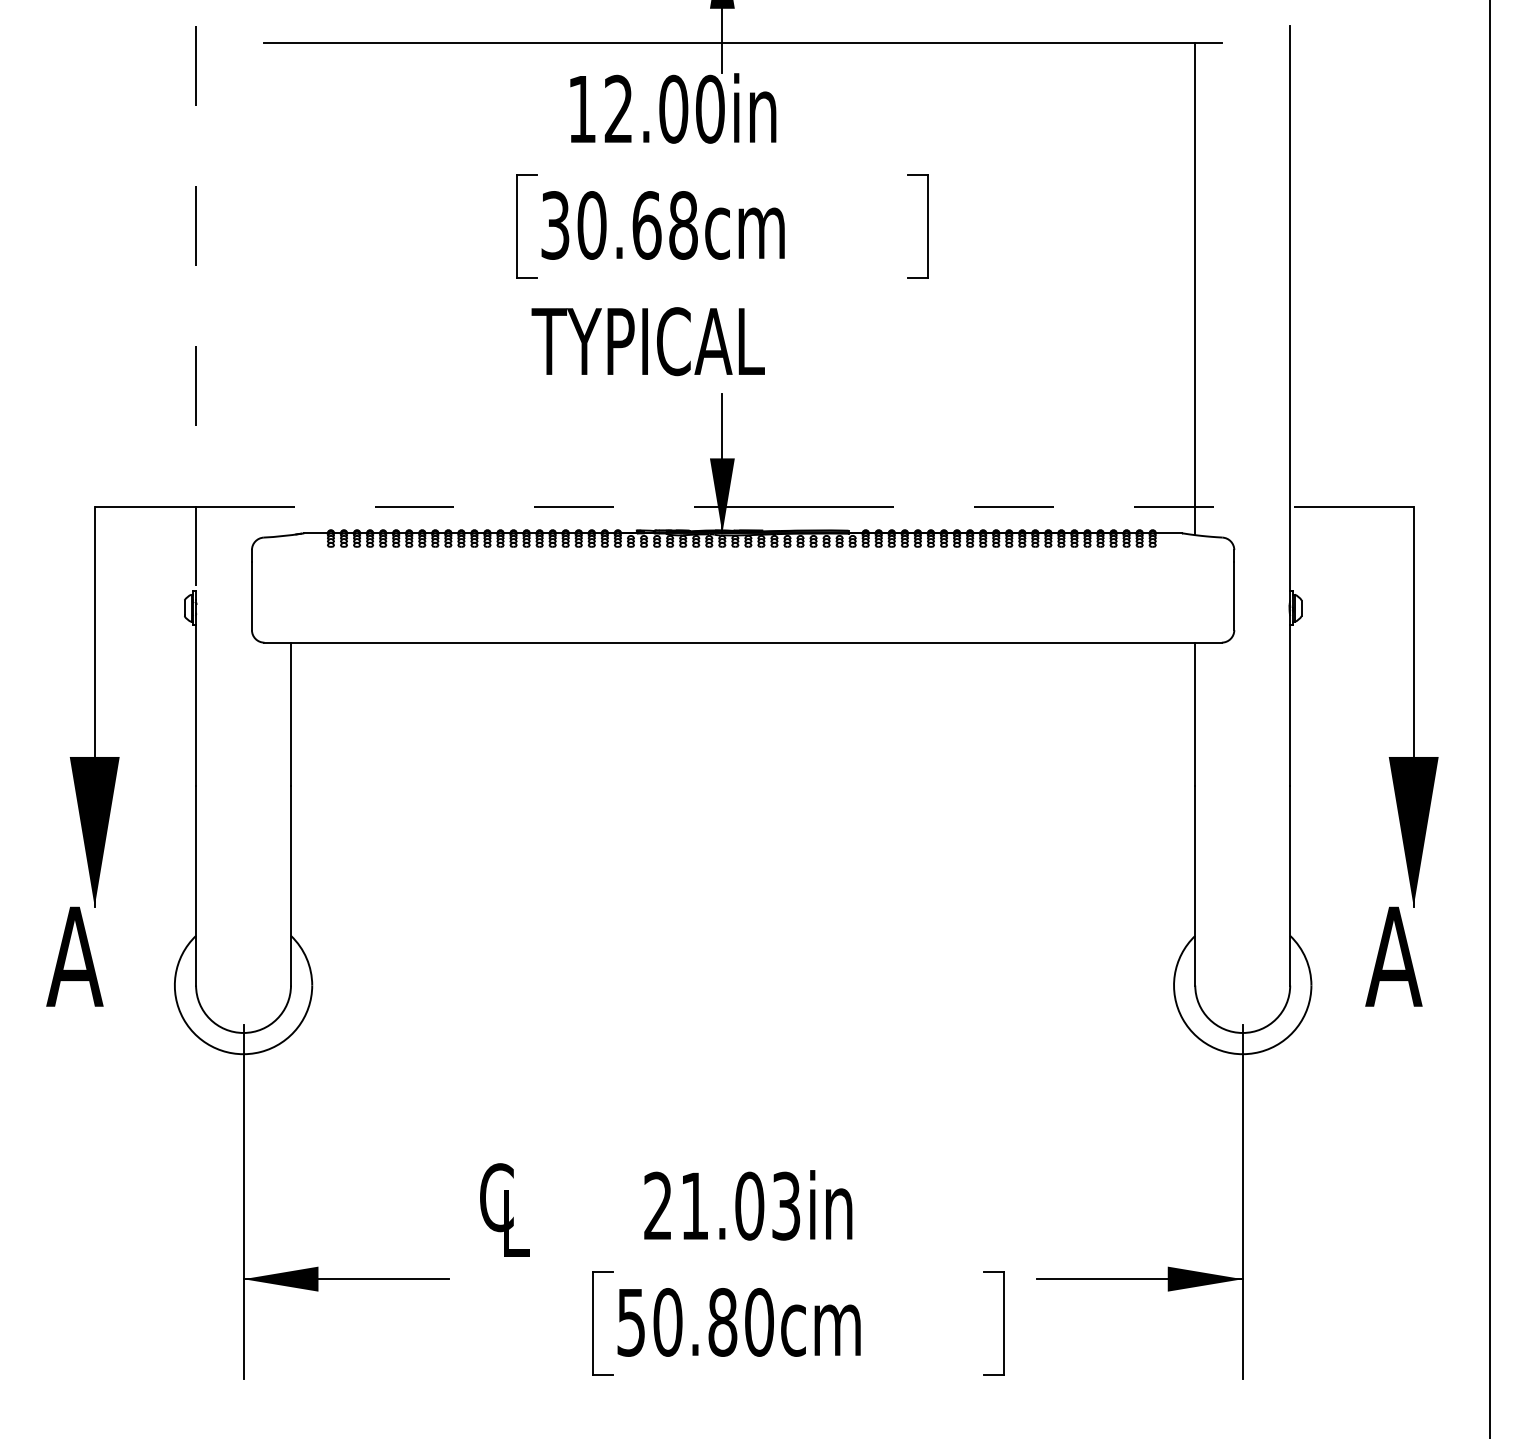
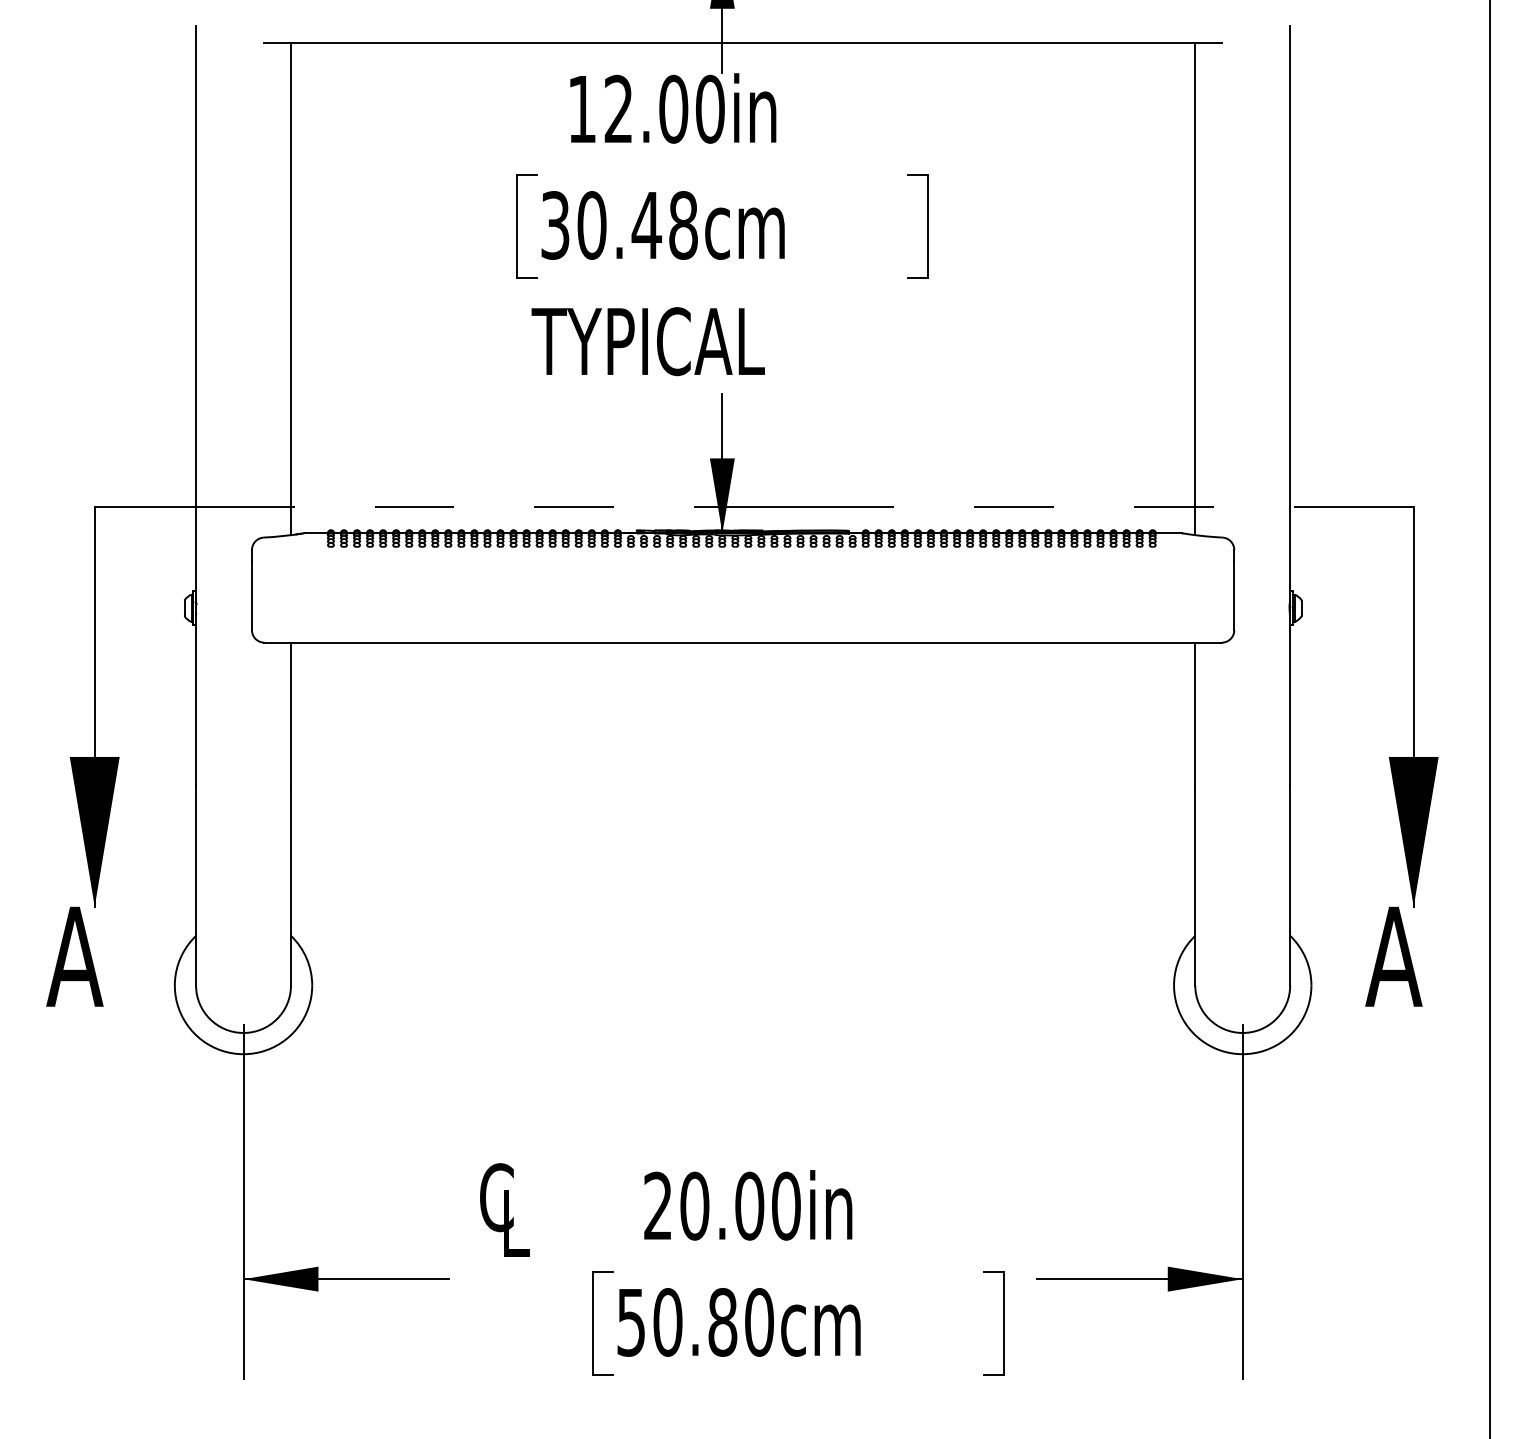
text at (646, 225): 30.68cm -> 30.48cm
line at (291, 289): none -> present
line at (196, 308): dashed -> solid
text at (740, 1205): 21.03in -> 20.00in
